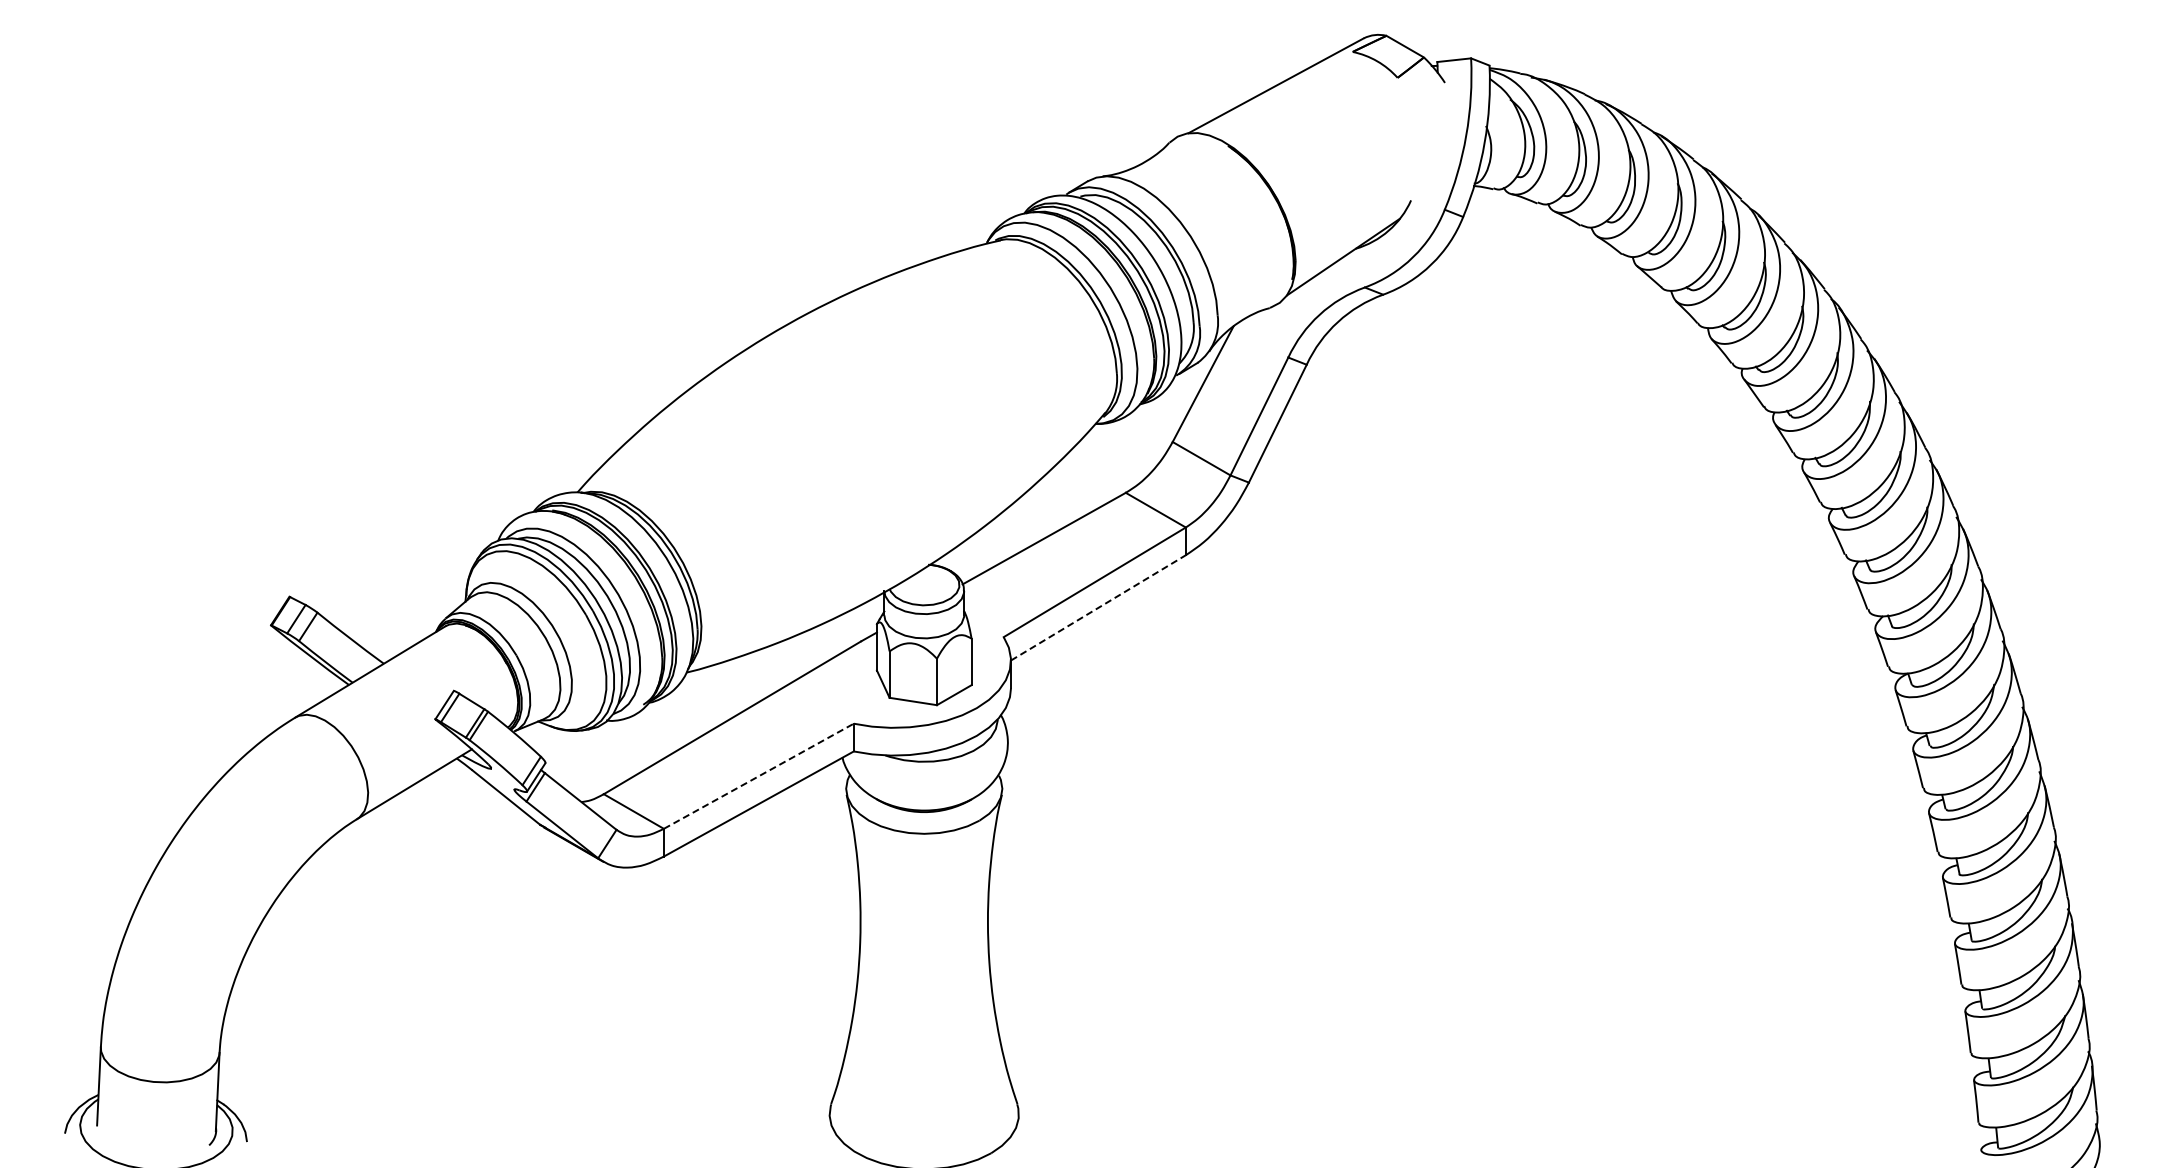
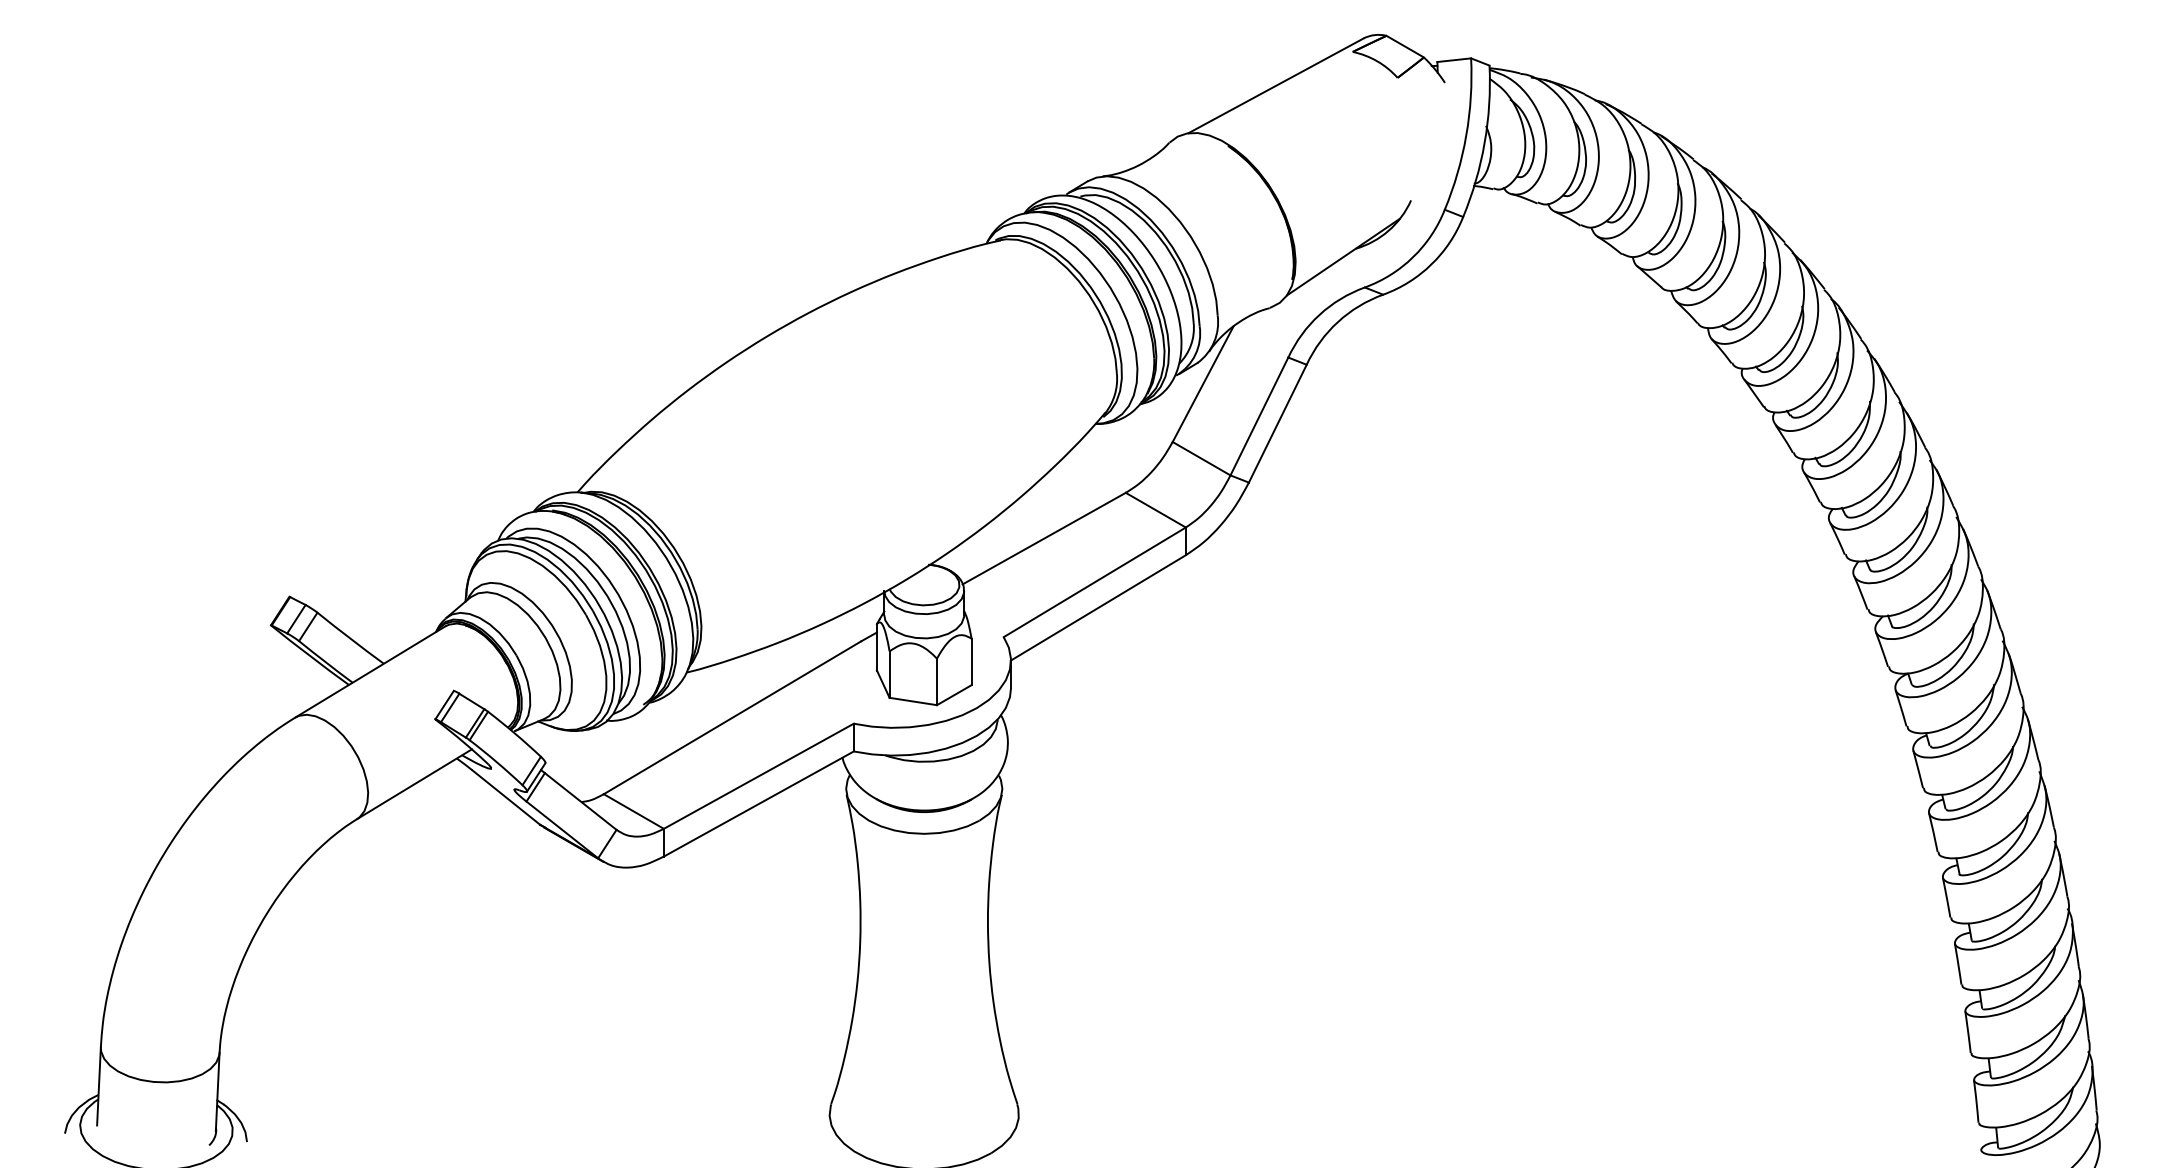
line at (1098, 607): dashed -> solid
line at (758, 776): dashed -> solid
